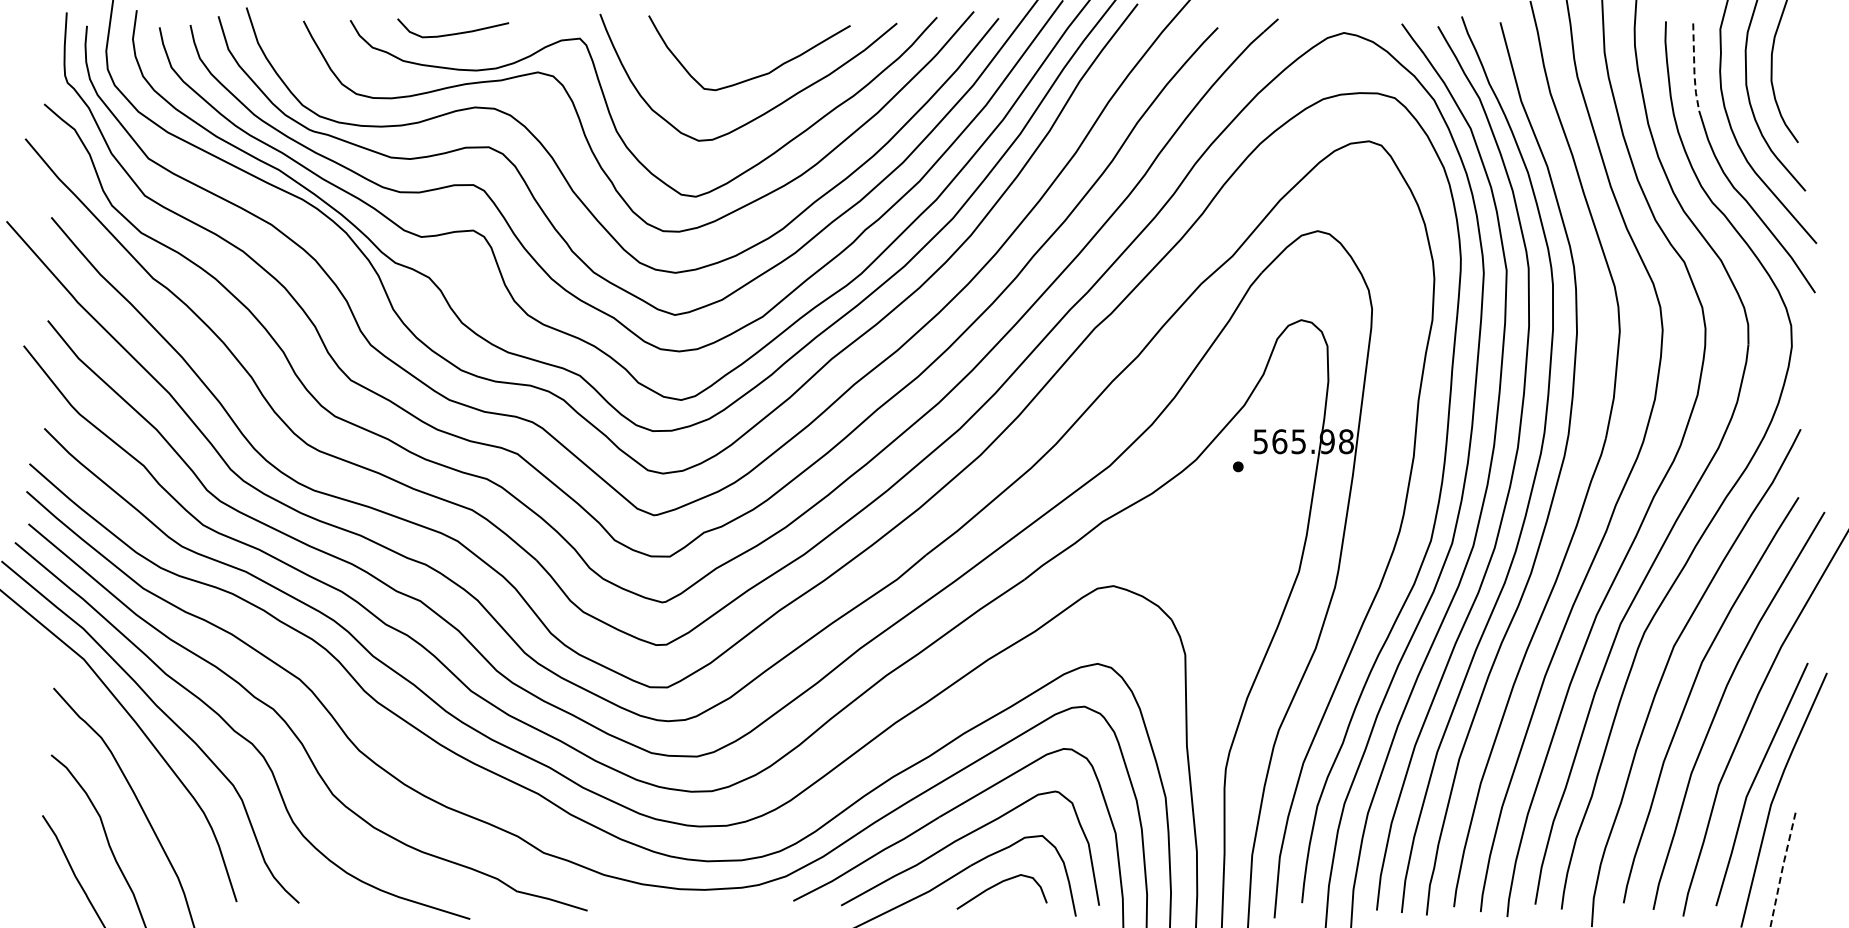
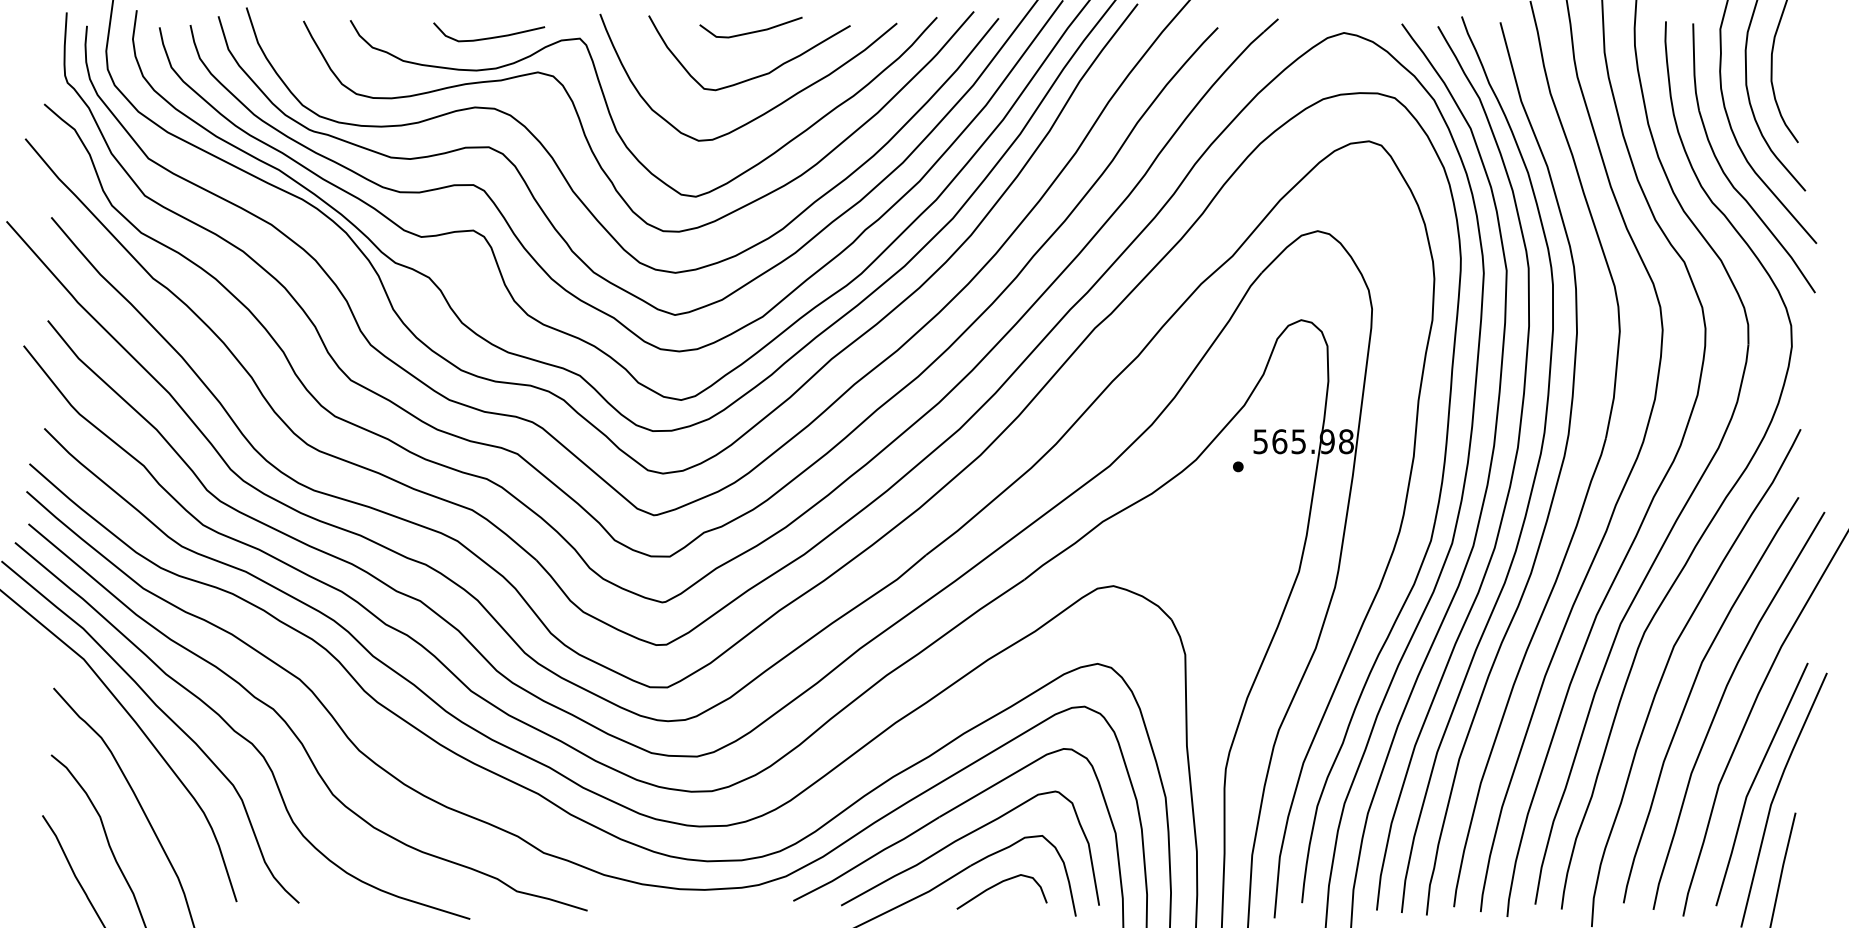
line at (751, 31): none -> present
curve at (453, 33) position: (453, 33) -> (489, 37)
line at (1694, 69): dashed -> solid
line at (1782, 869): dashed -> solid
